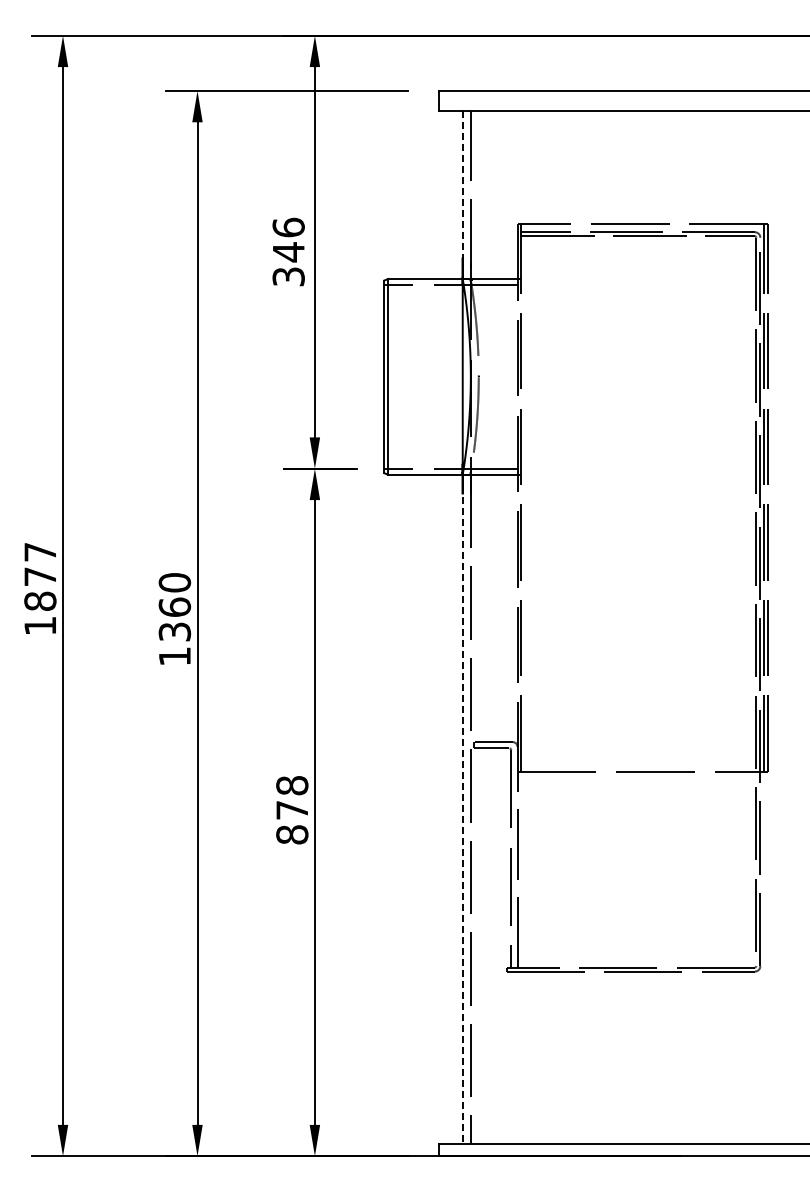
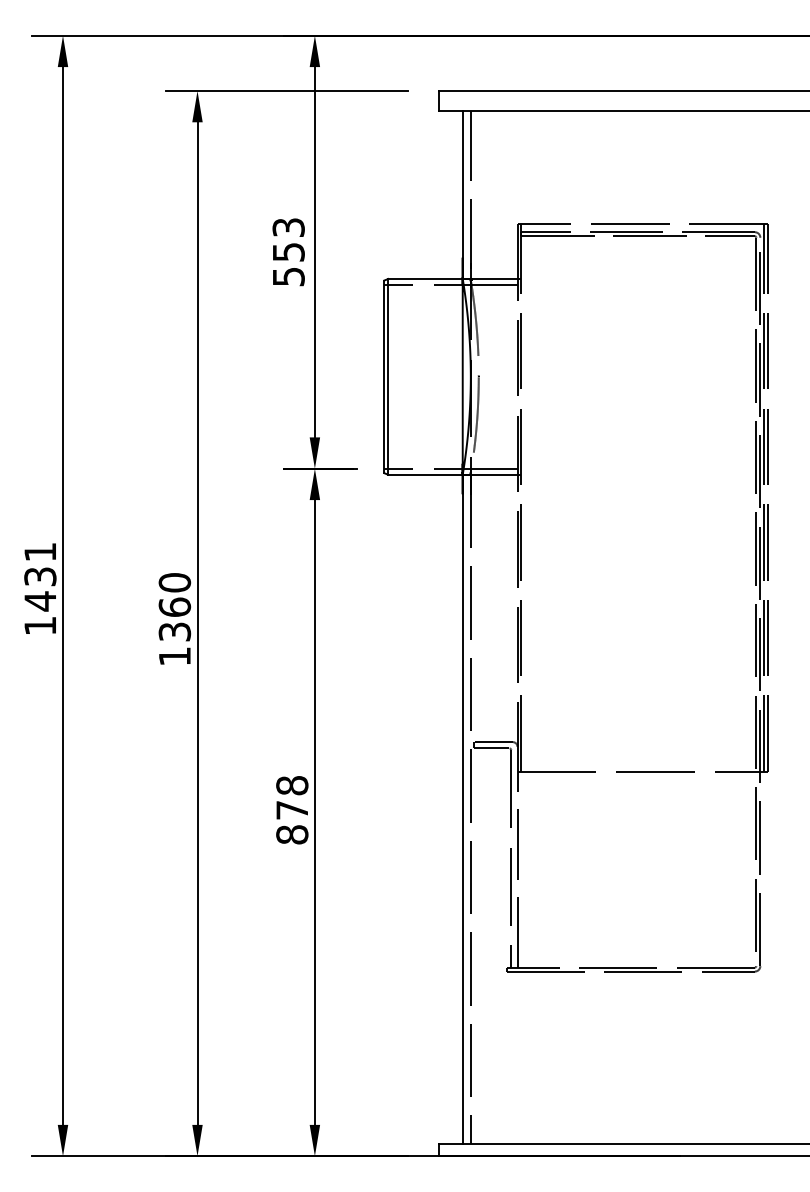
line at (462, 195): dashed -> solid
text at (288, 251): 346 -> 553
text at (40, 577): 1877 -> 1431
line at (462, 809): dashed -> solid
